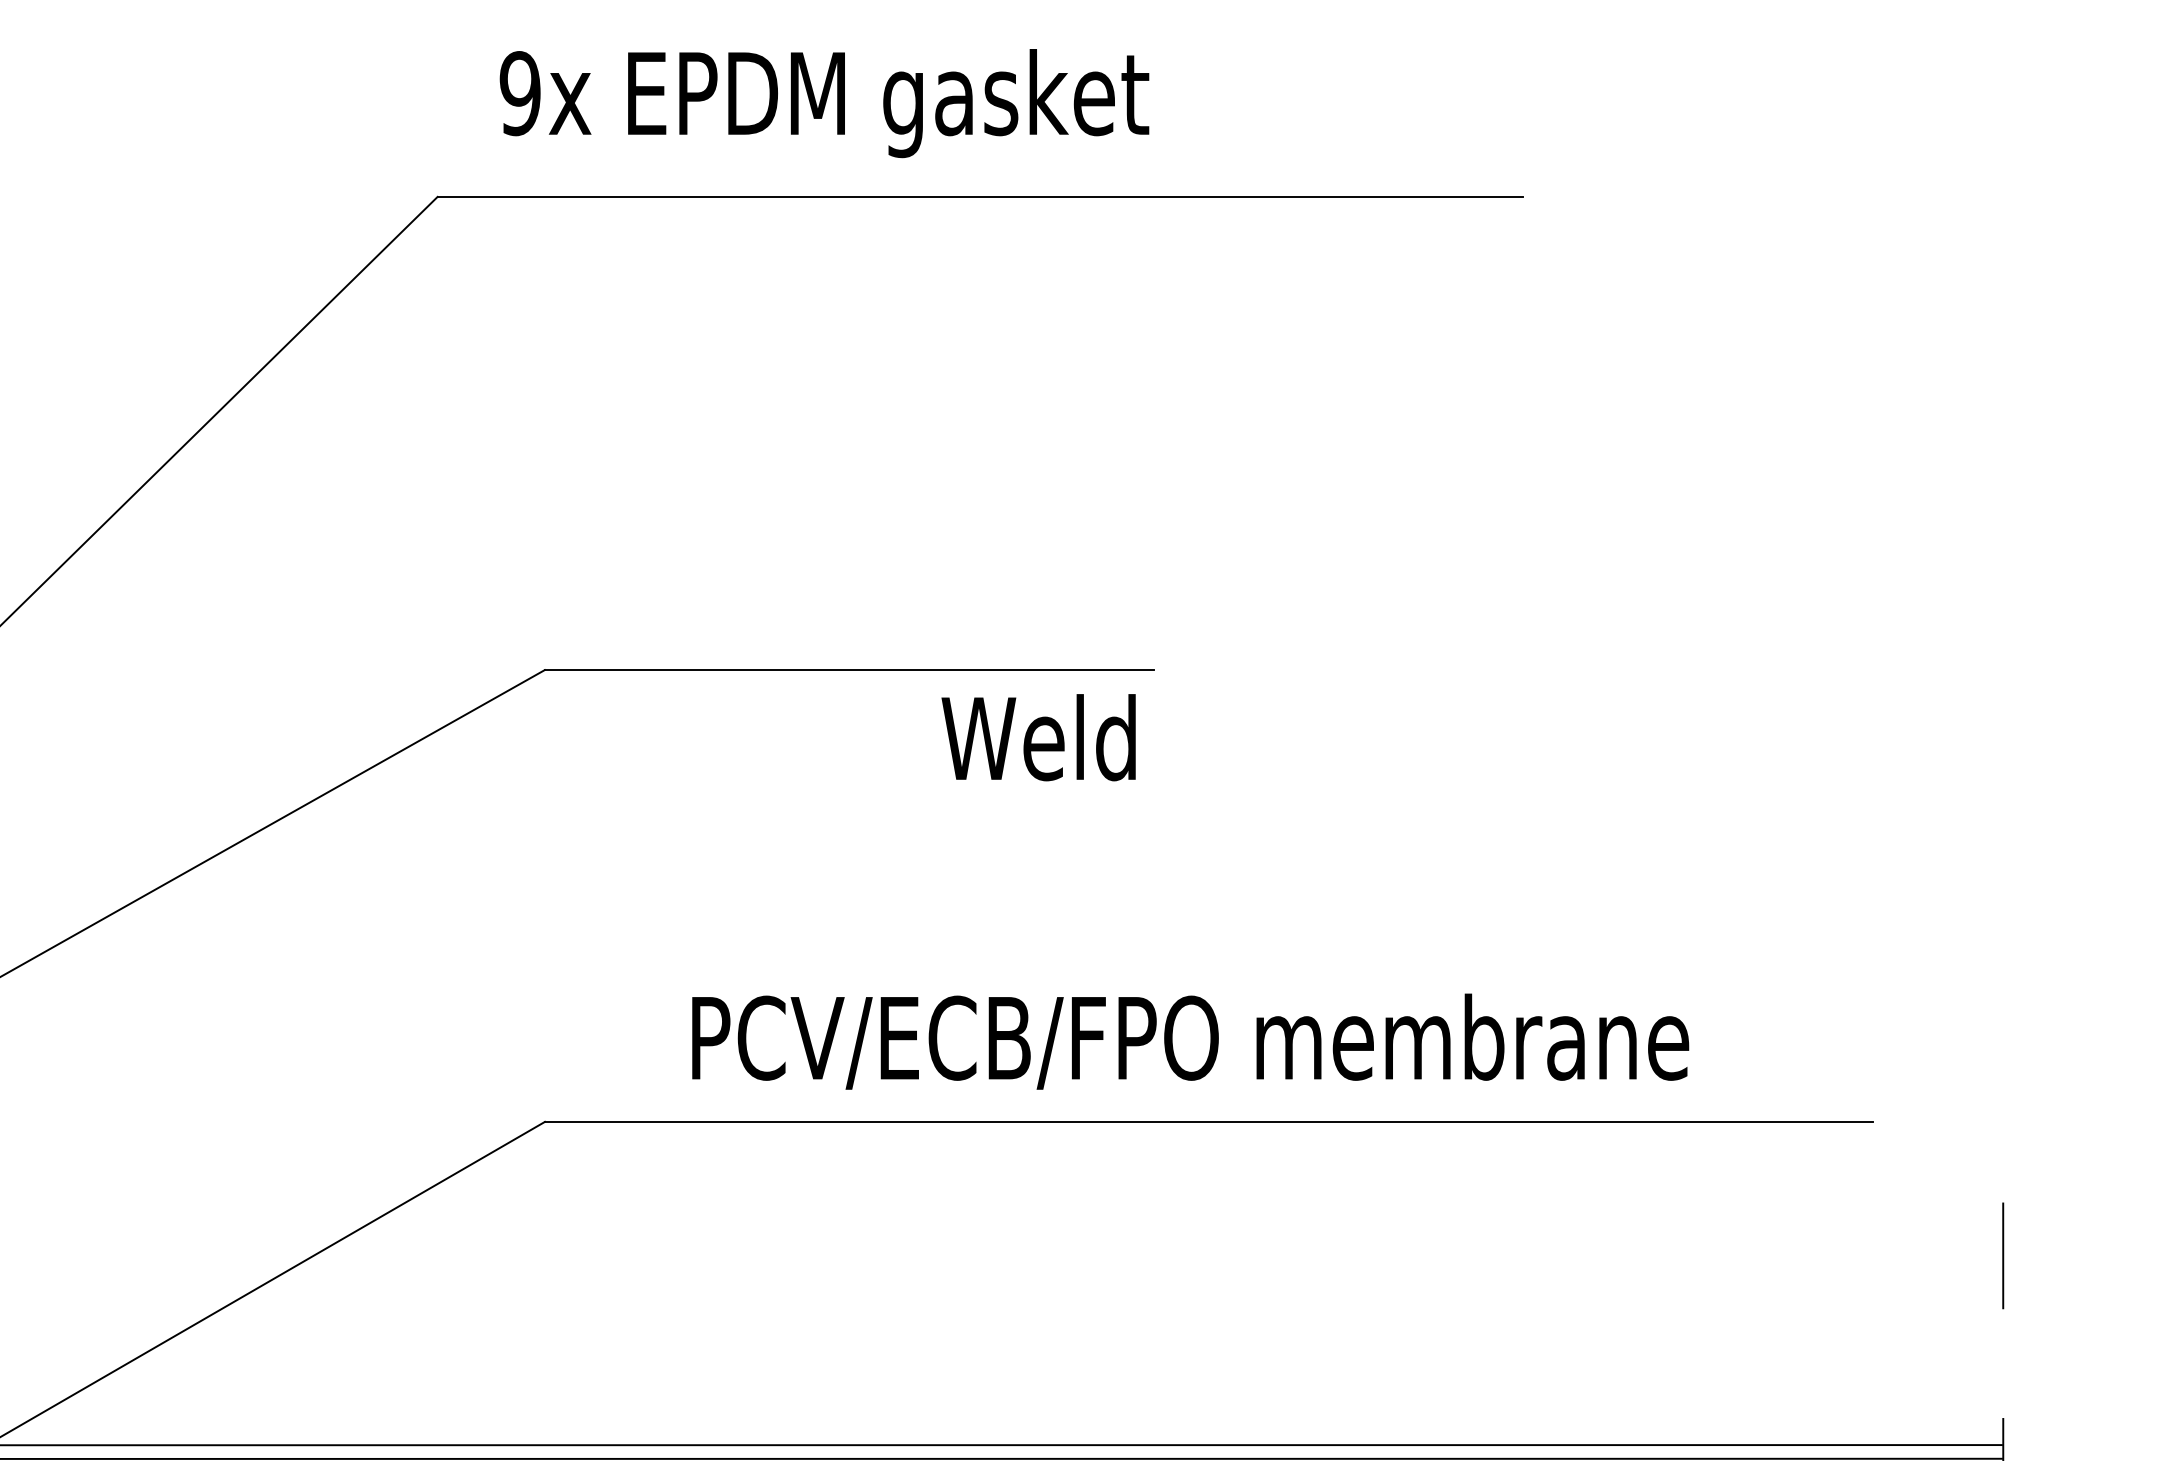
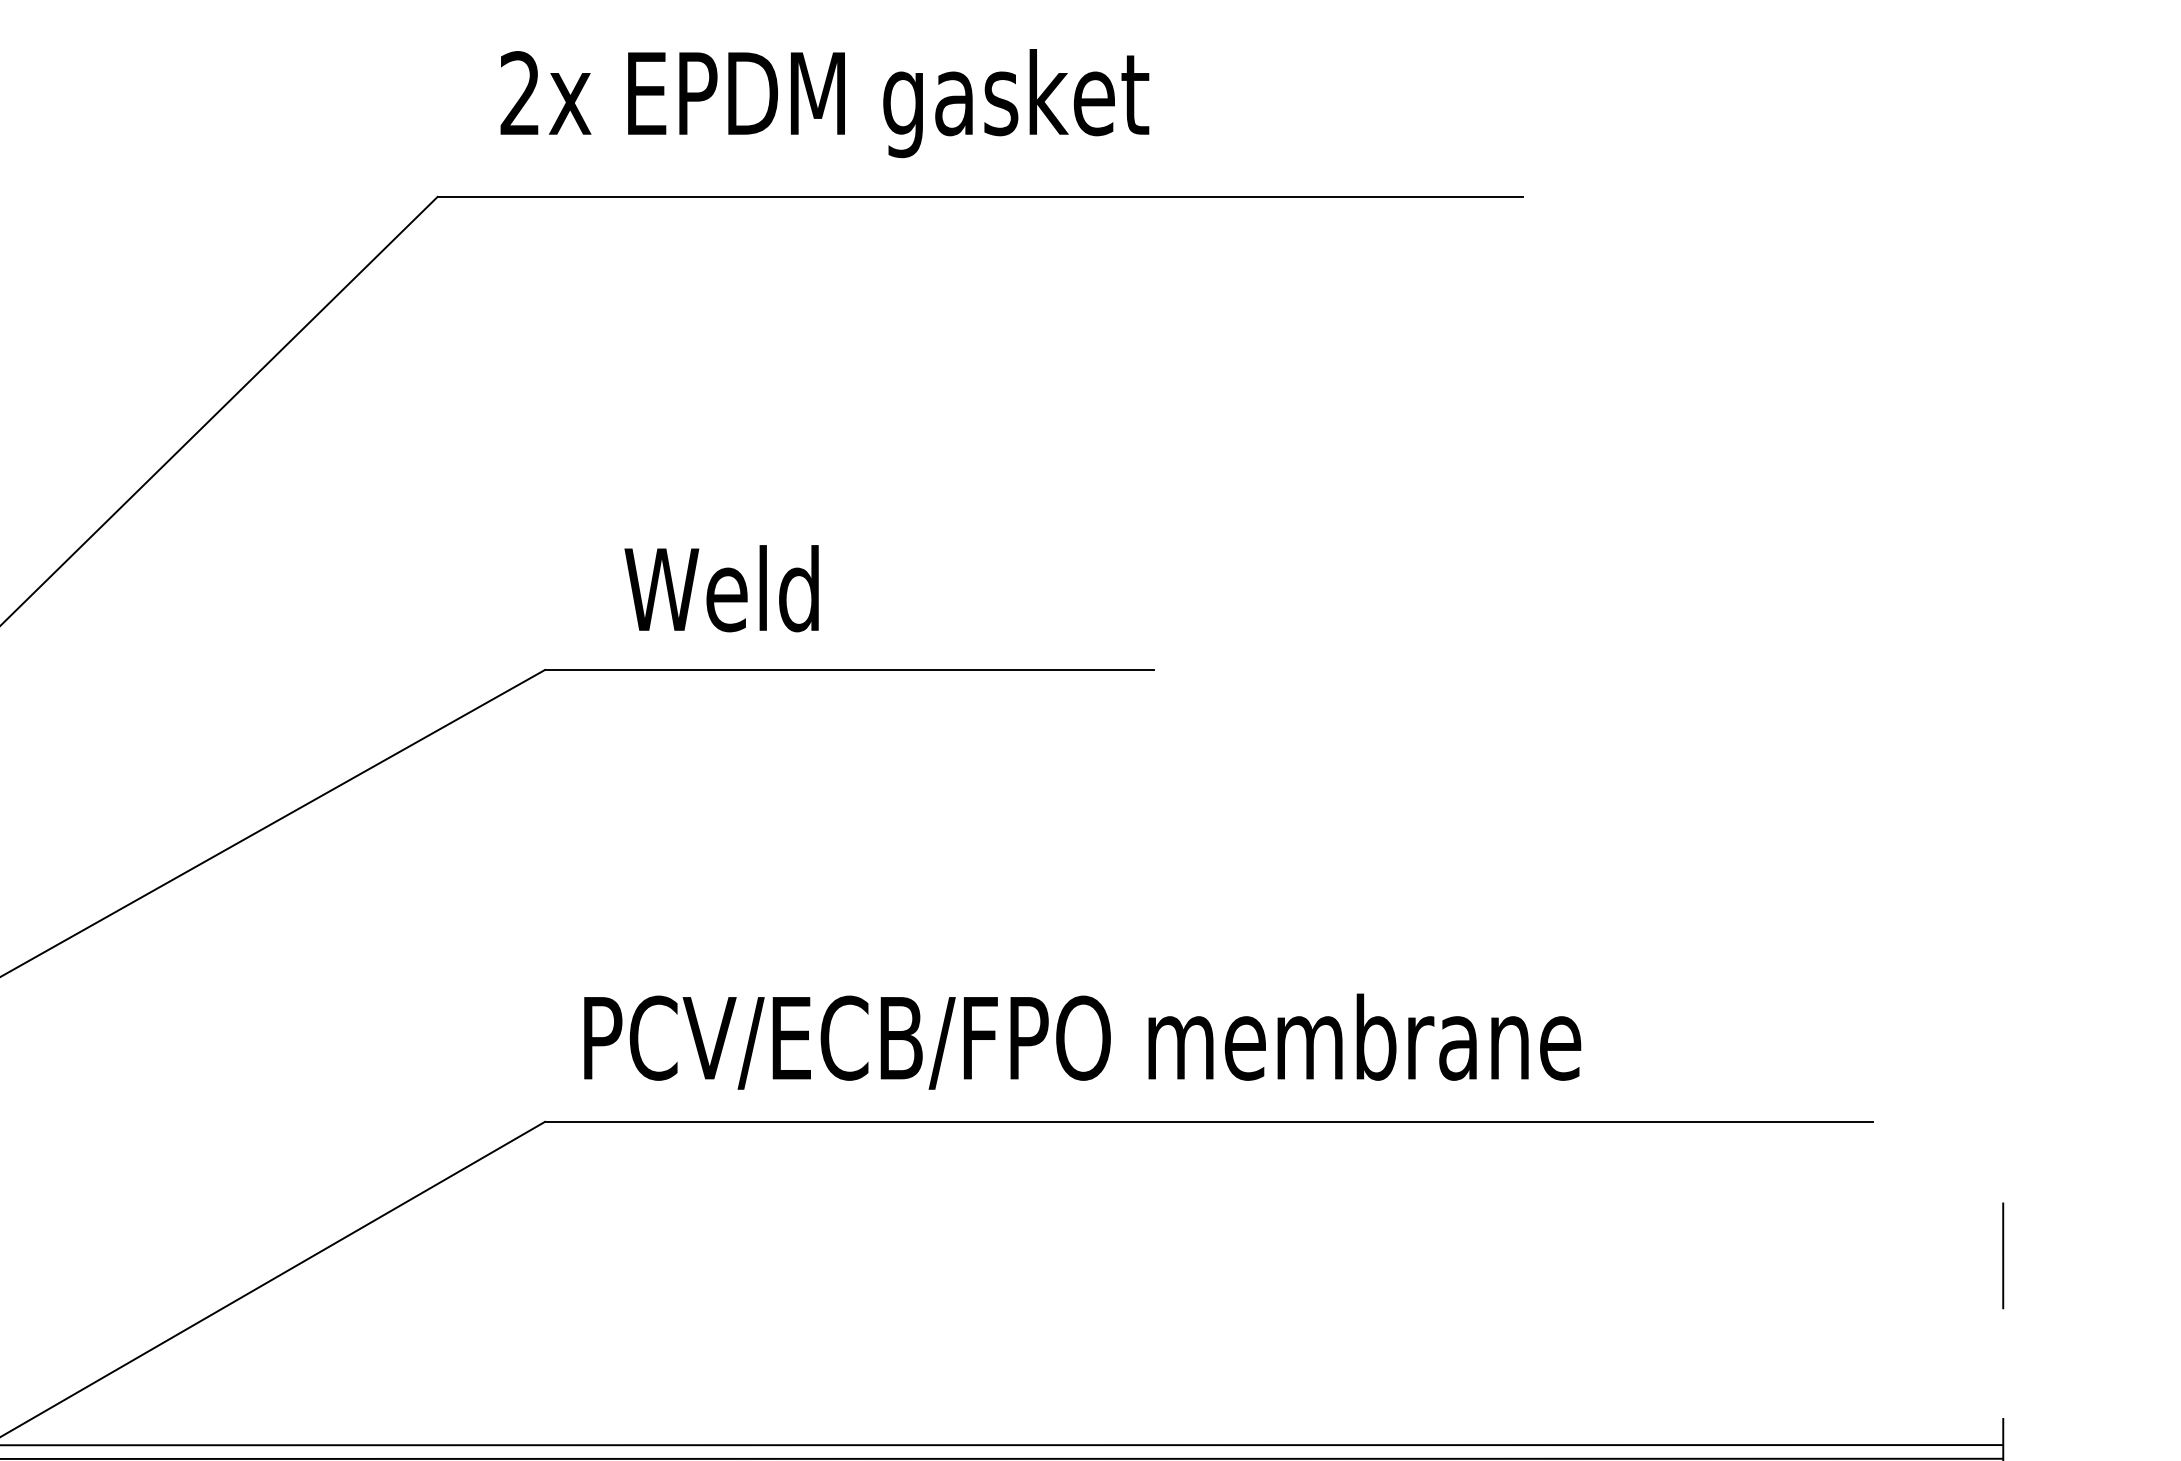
text at (519, 93): 9x -> 2x
text at (1038, 737) position: (1038, 737) -> (721, 588)
text at (1190, 1041) position: (1190, 1041) -> (1082, 1041)
